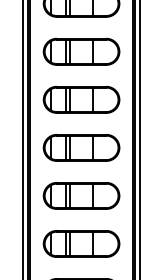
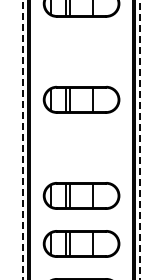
part at (81, 51): present -> none
line at (23, 139): solid -> dashed
line at (140, 140): solid -> dashed
part at (81, 147): present -> none
